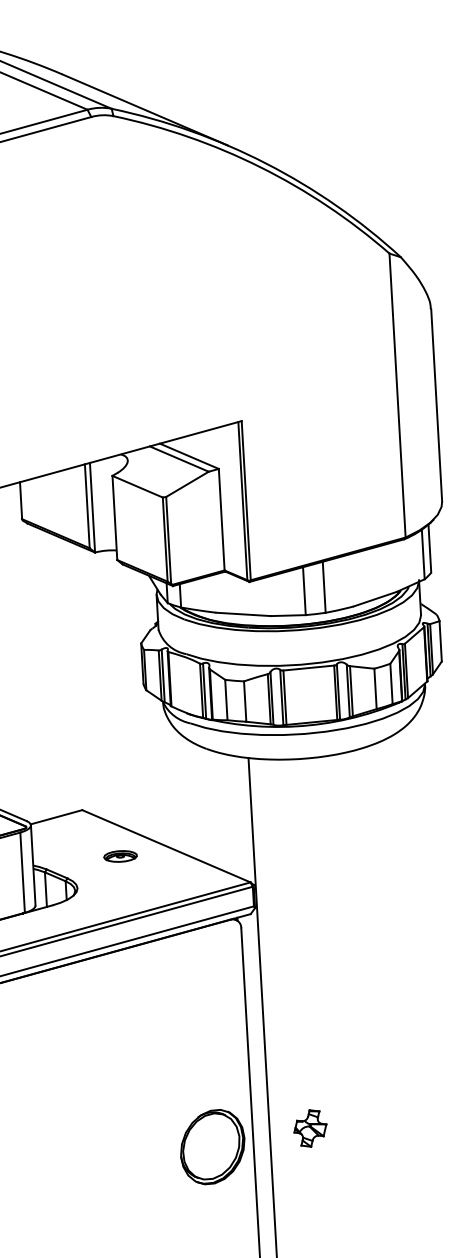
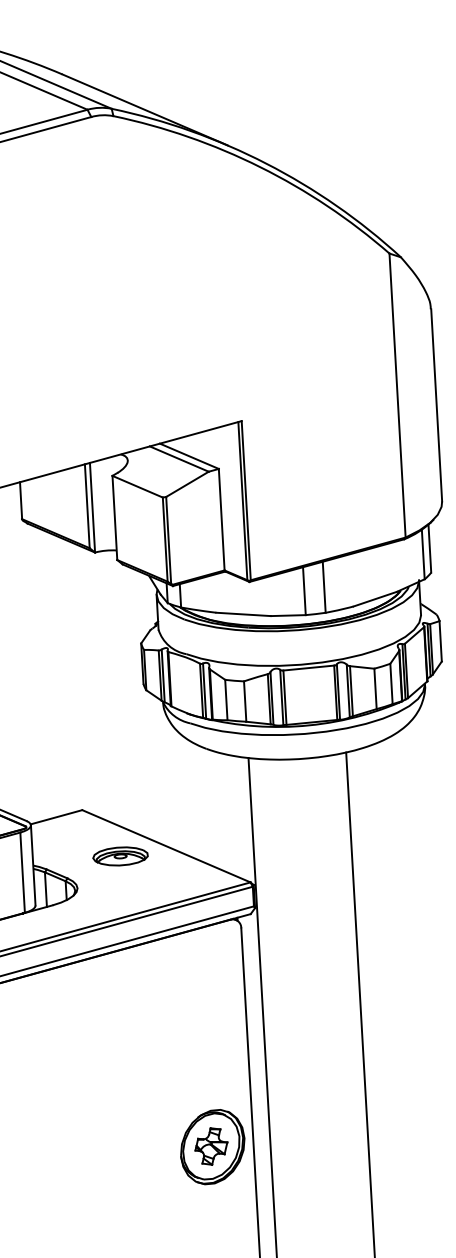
part at (120, 856) size: 35x13 px -> 57x21 px
line at (360, 1003): none -> present
part at (310, 1128) position: (310, 1128) -> (211, 1146)
